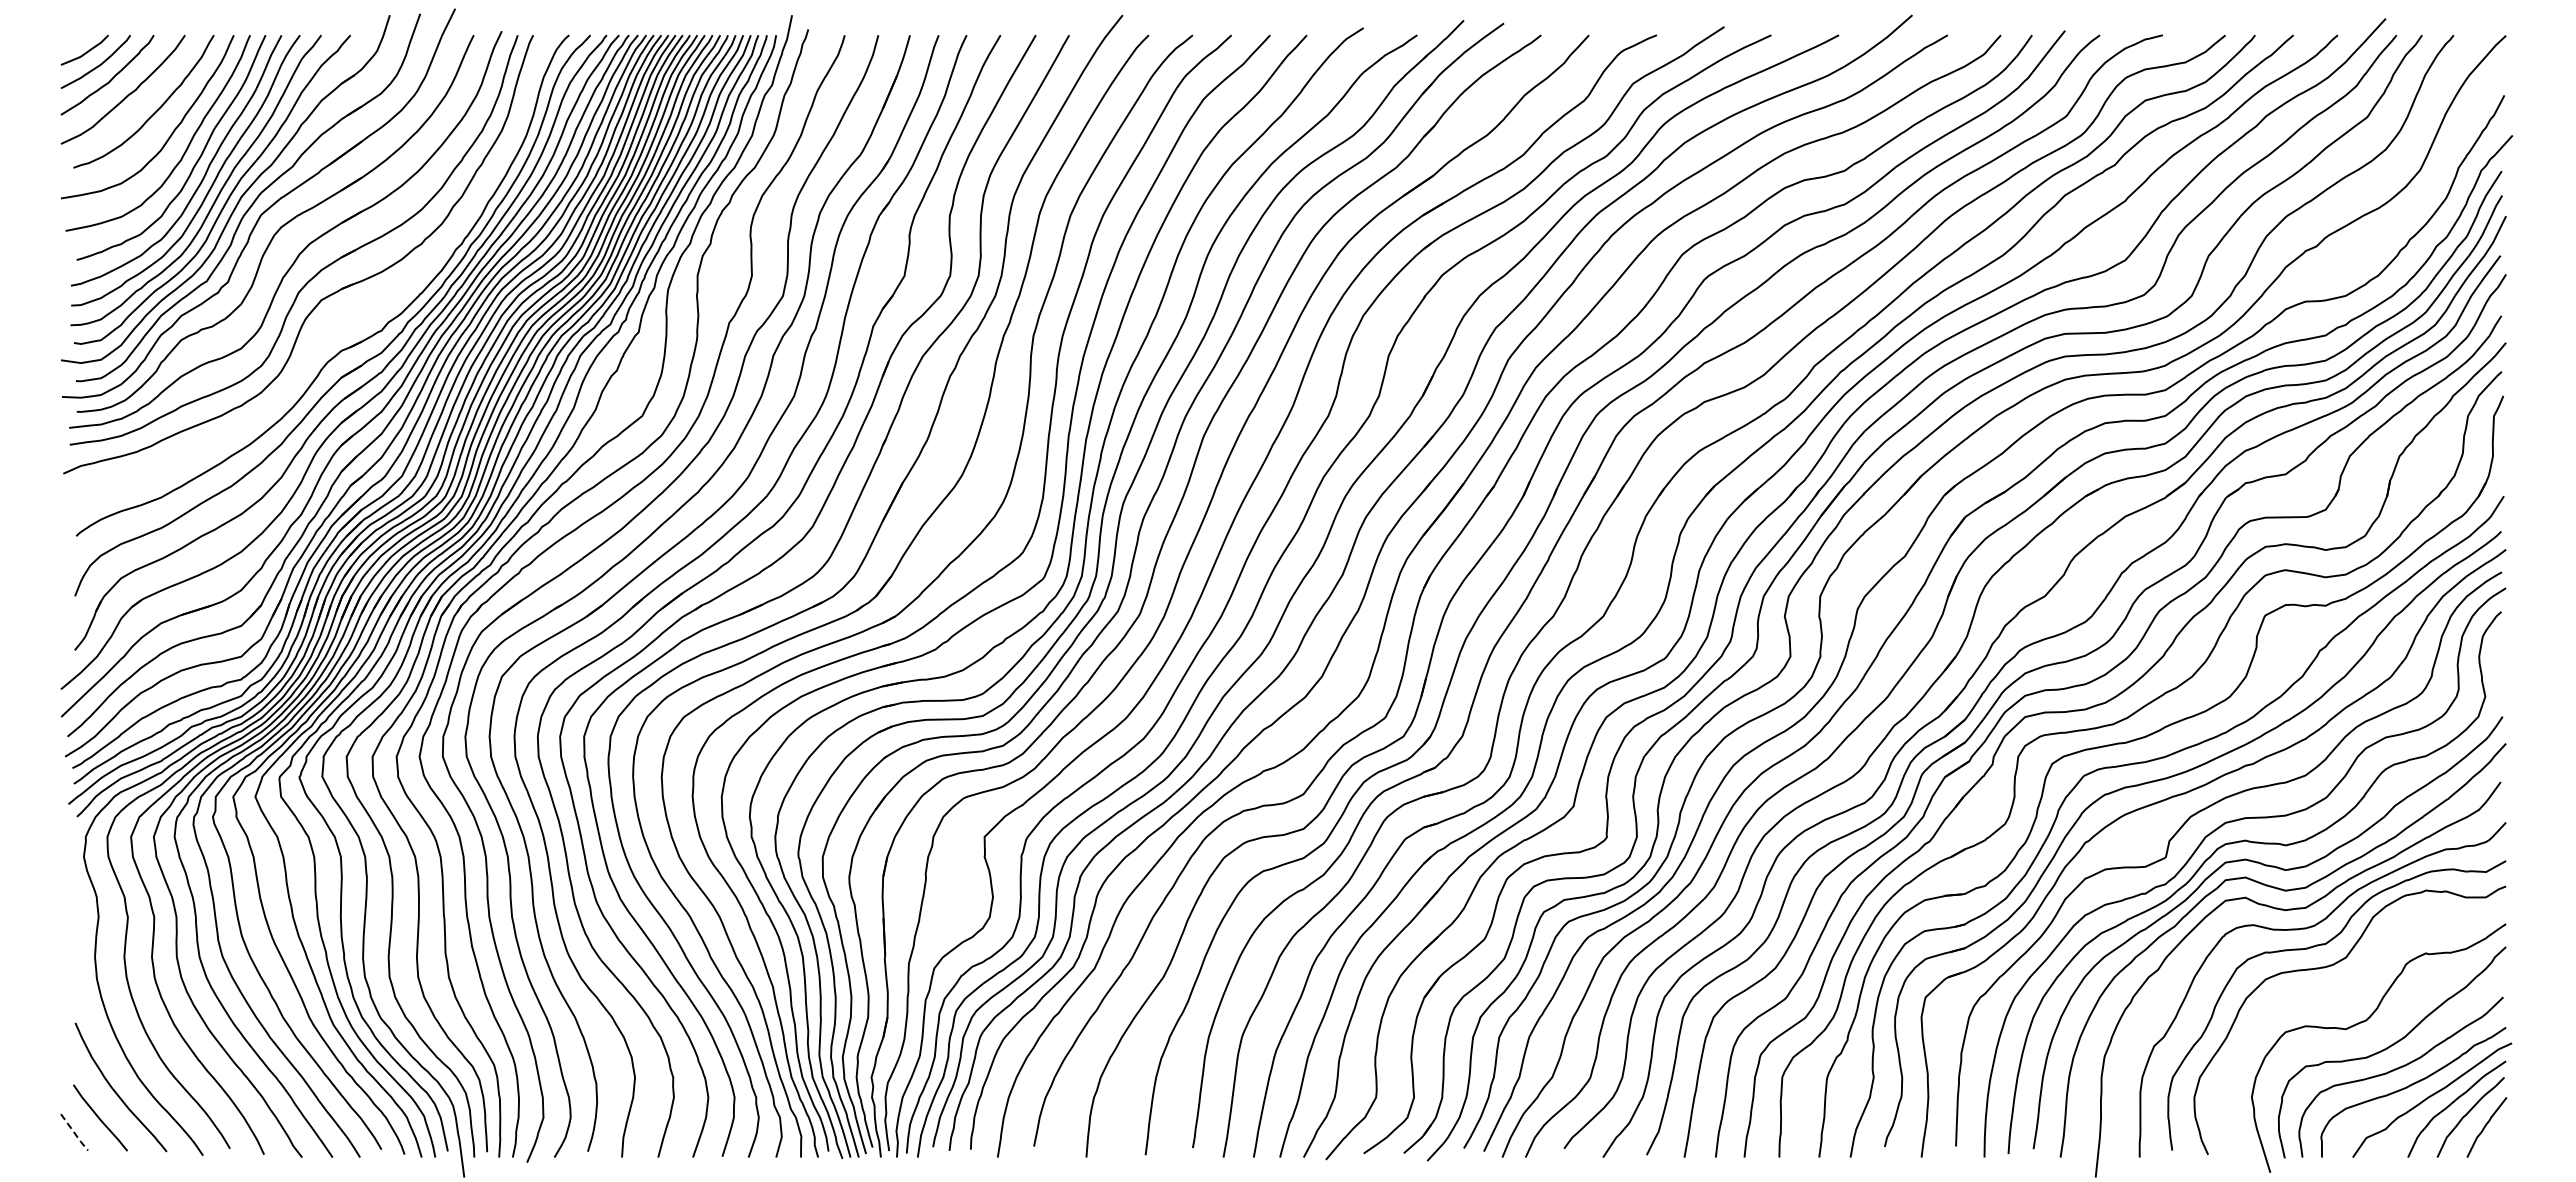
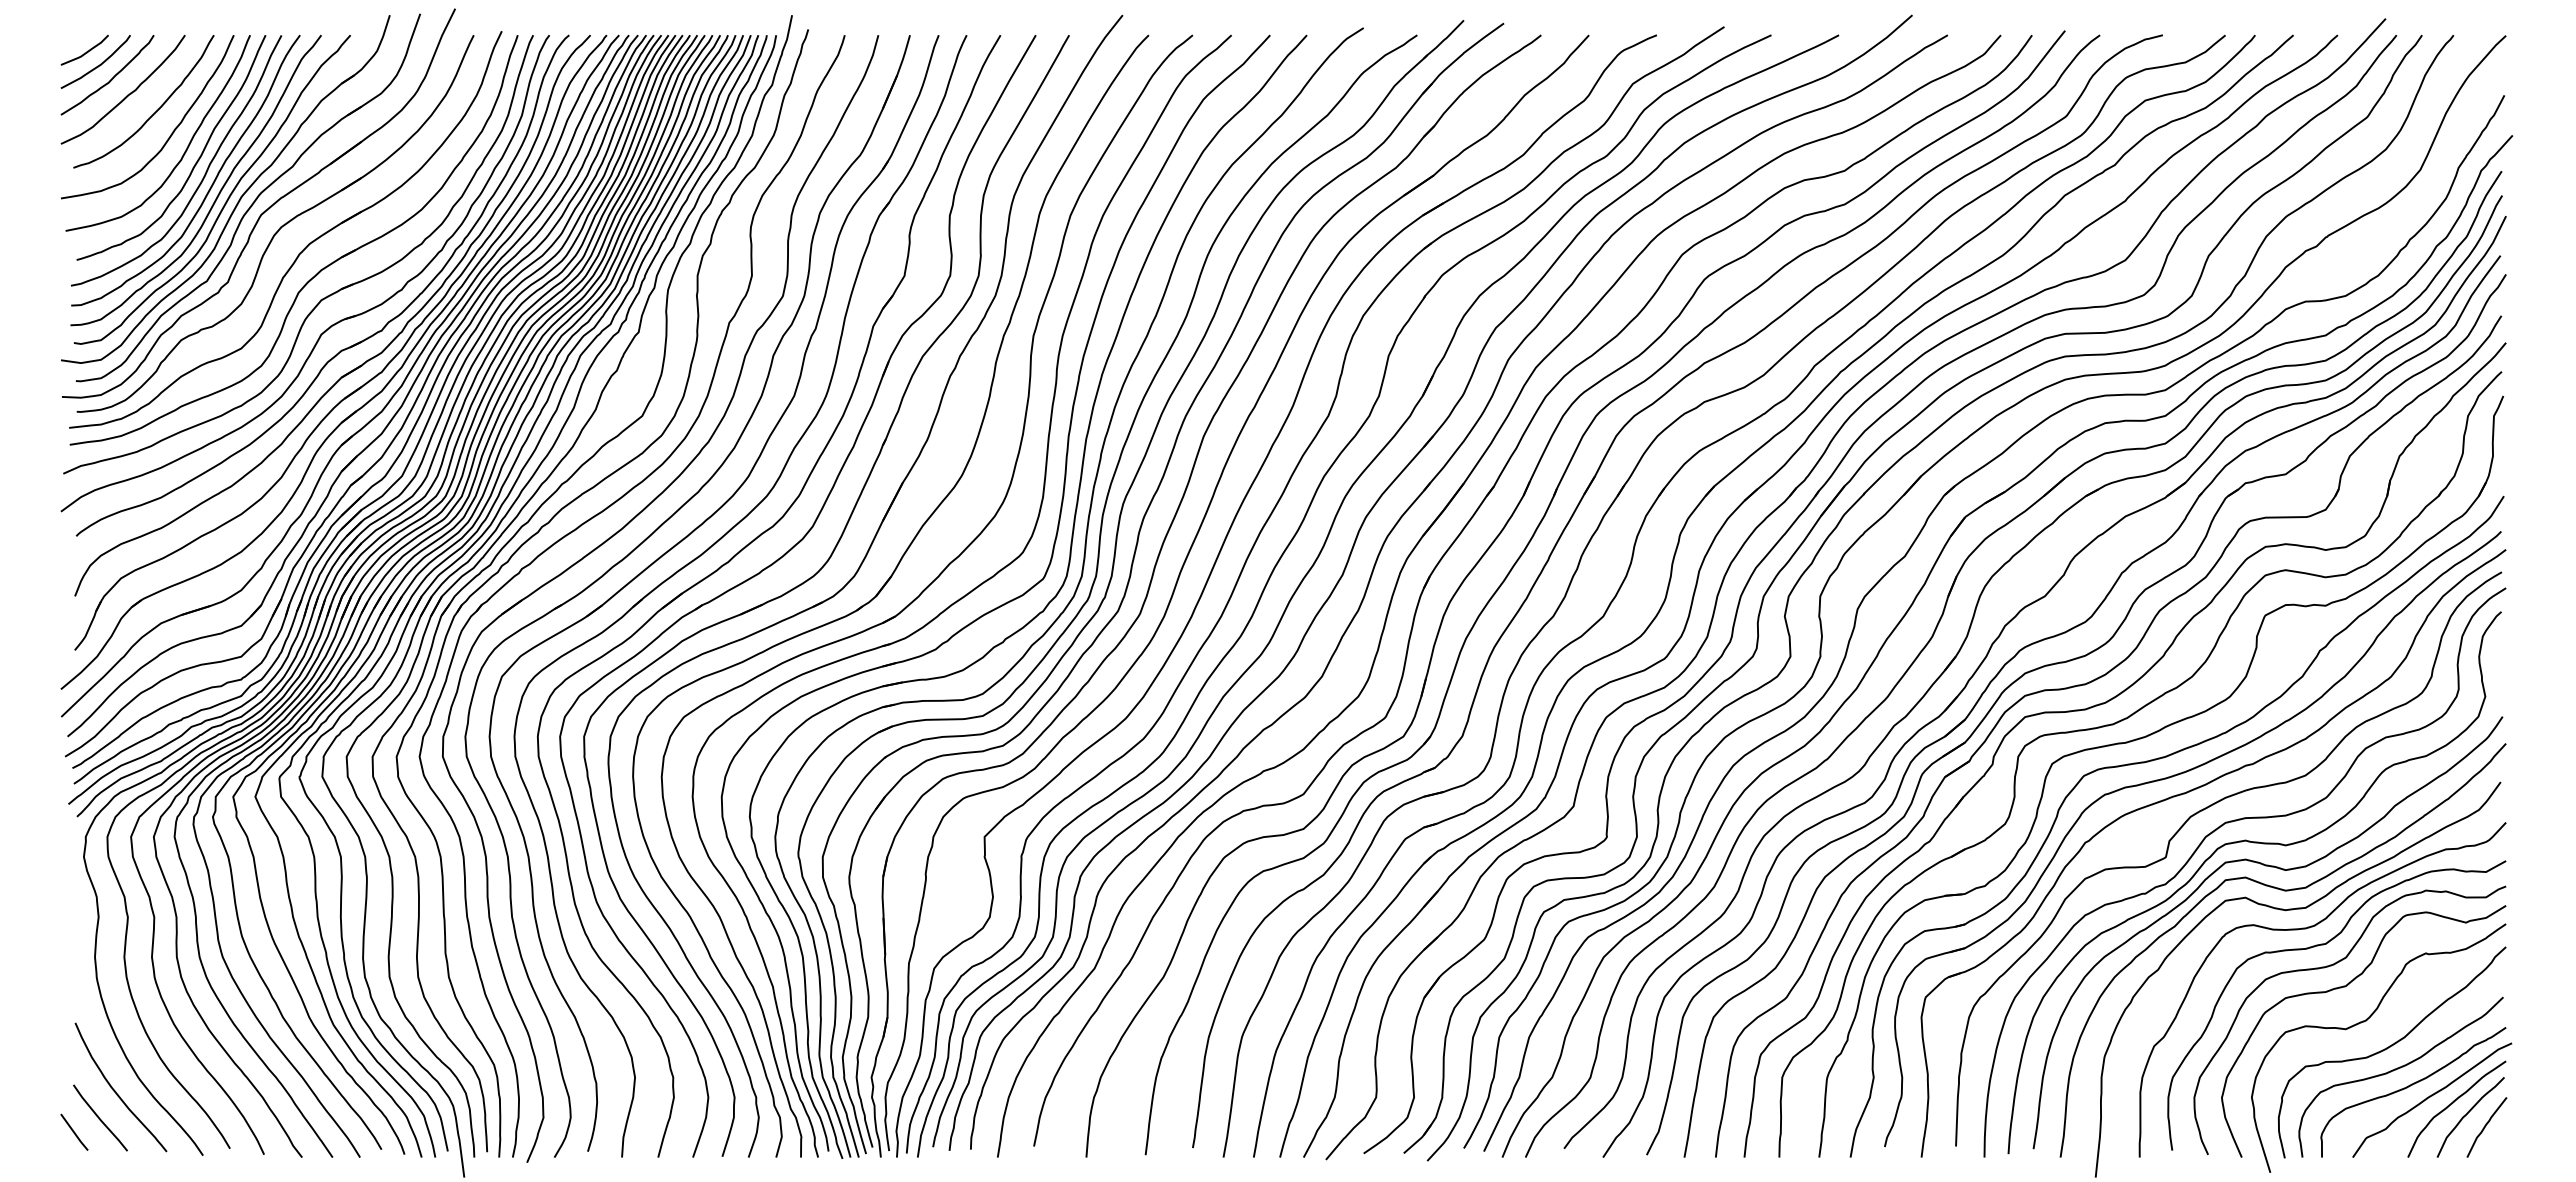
part at (335, 322): none -> present
curve at (2345, 987): none -> present
line at (74, 1133): dashed -> solid
